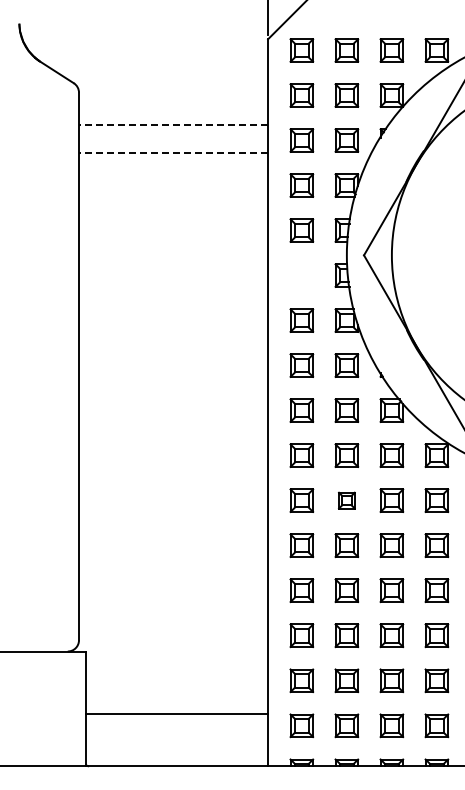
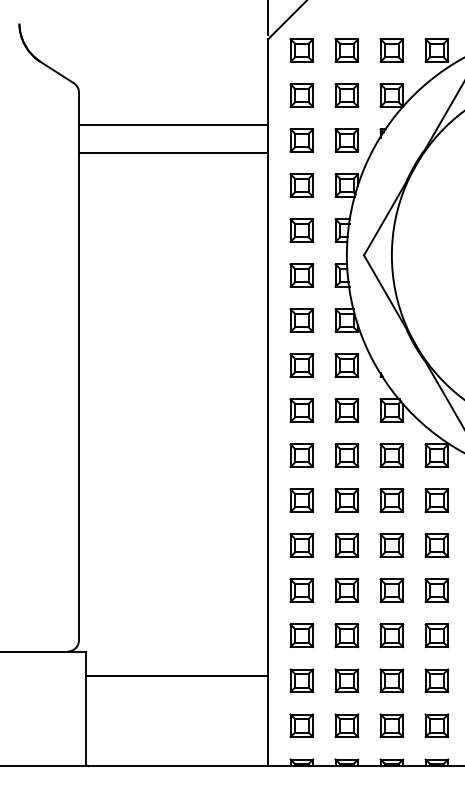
line at (173, 124): dashed -> solid
line at (173, 152): dashed -> solid
part at (301, 275): none -> present
part at (346, 500) size: 18x19 px -> 26x25 px
line at (176, 714) position: (176, 714) -> (176, 676)
